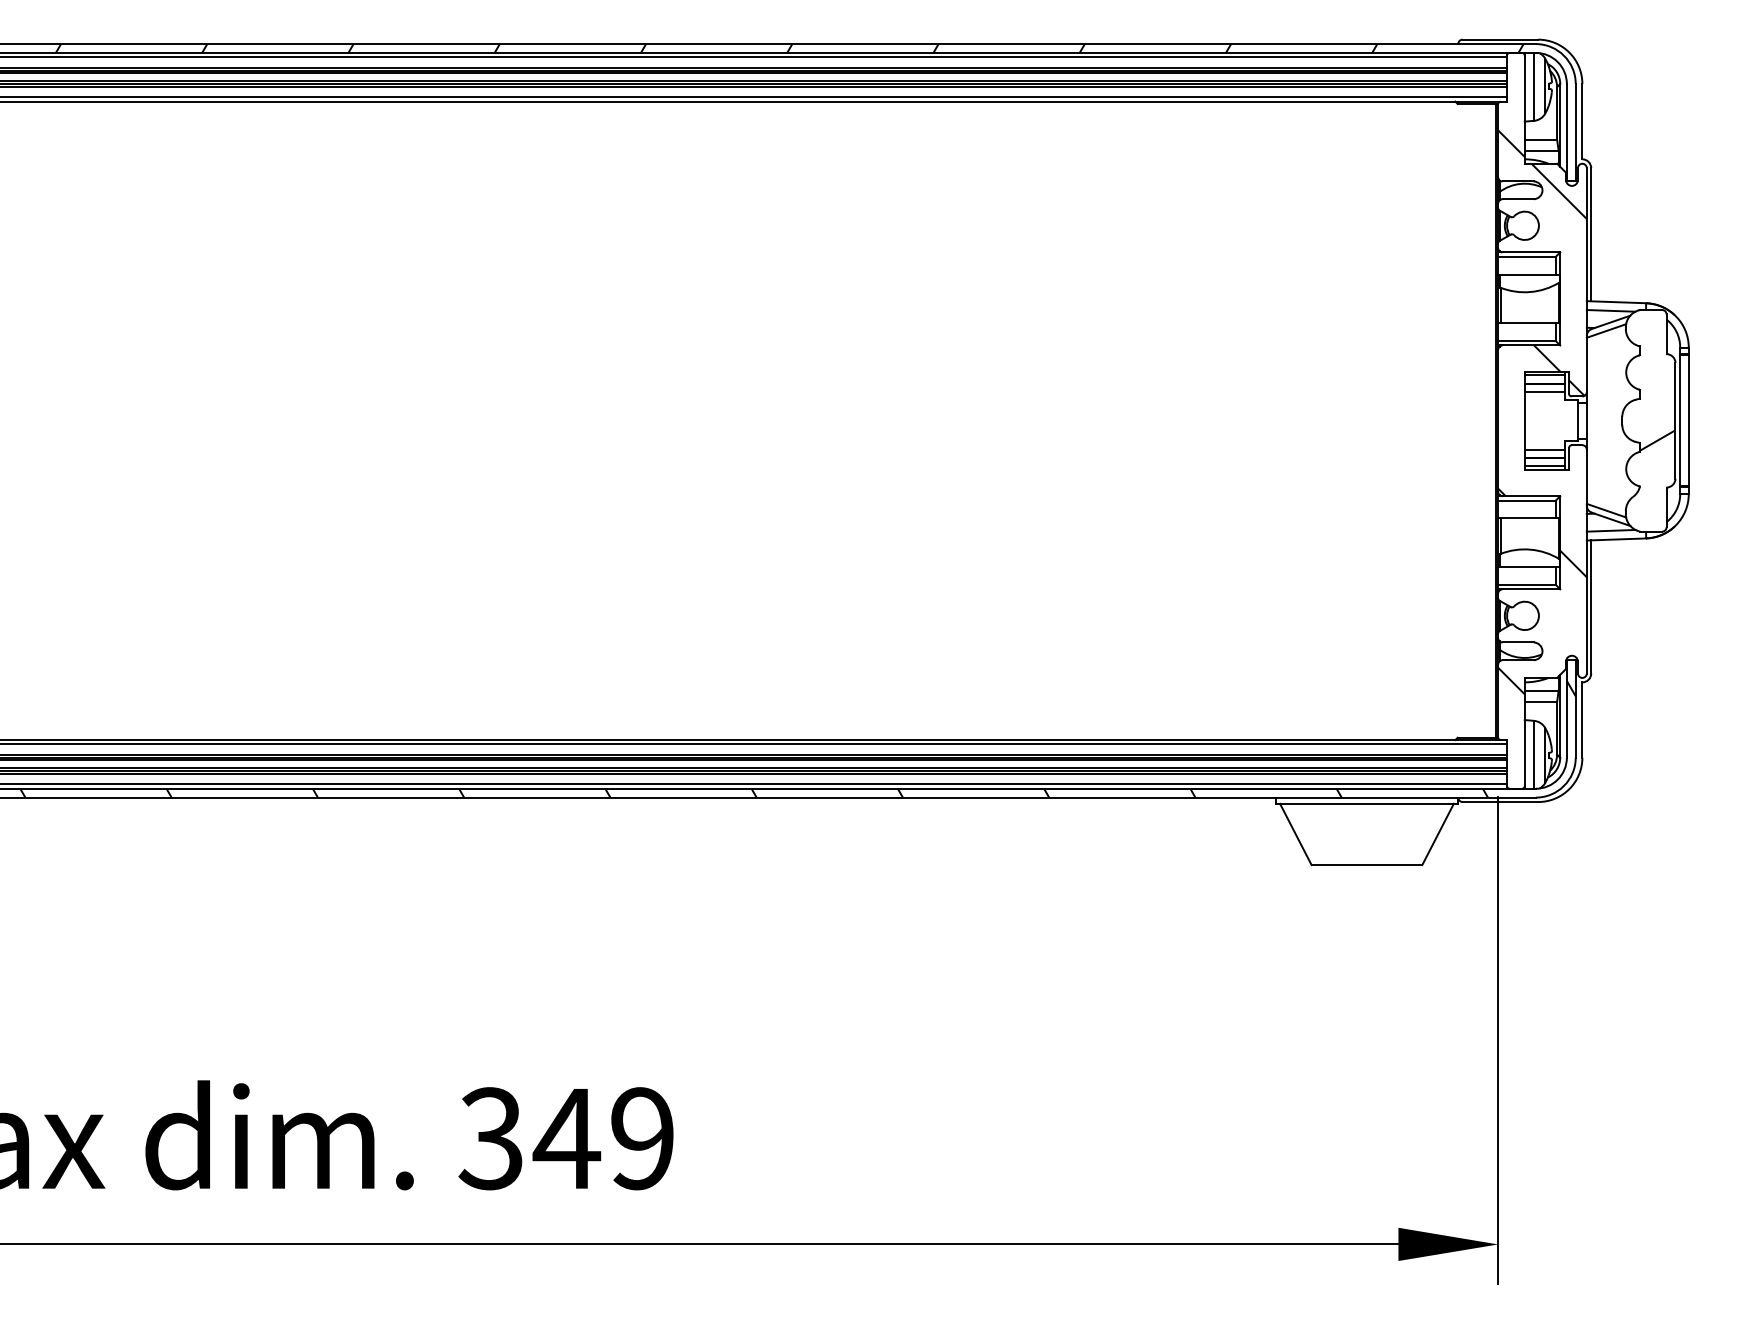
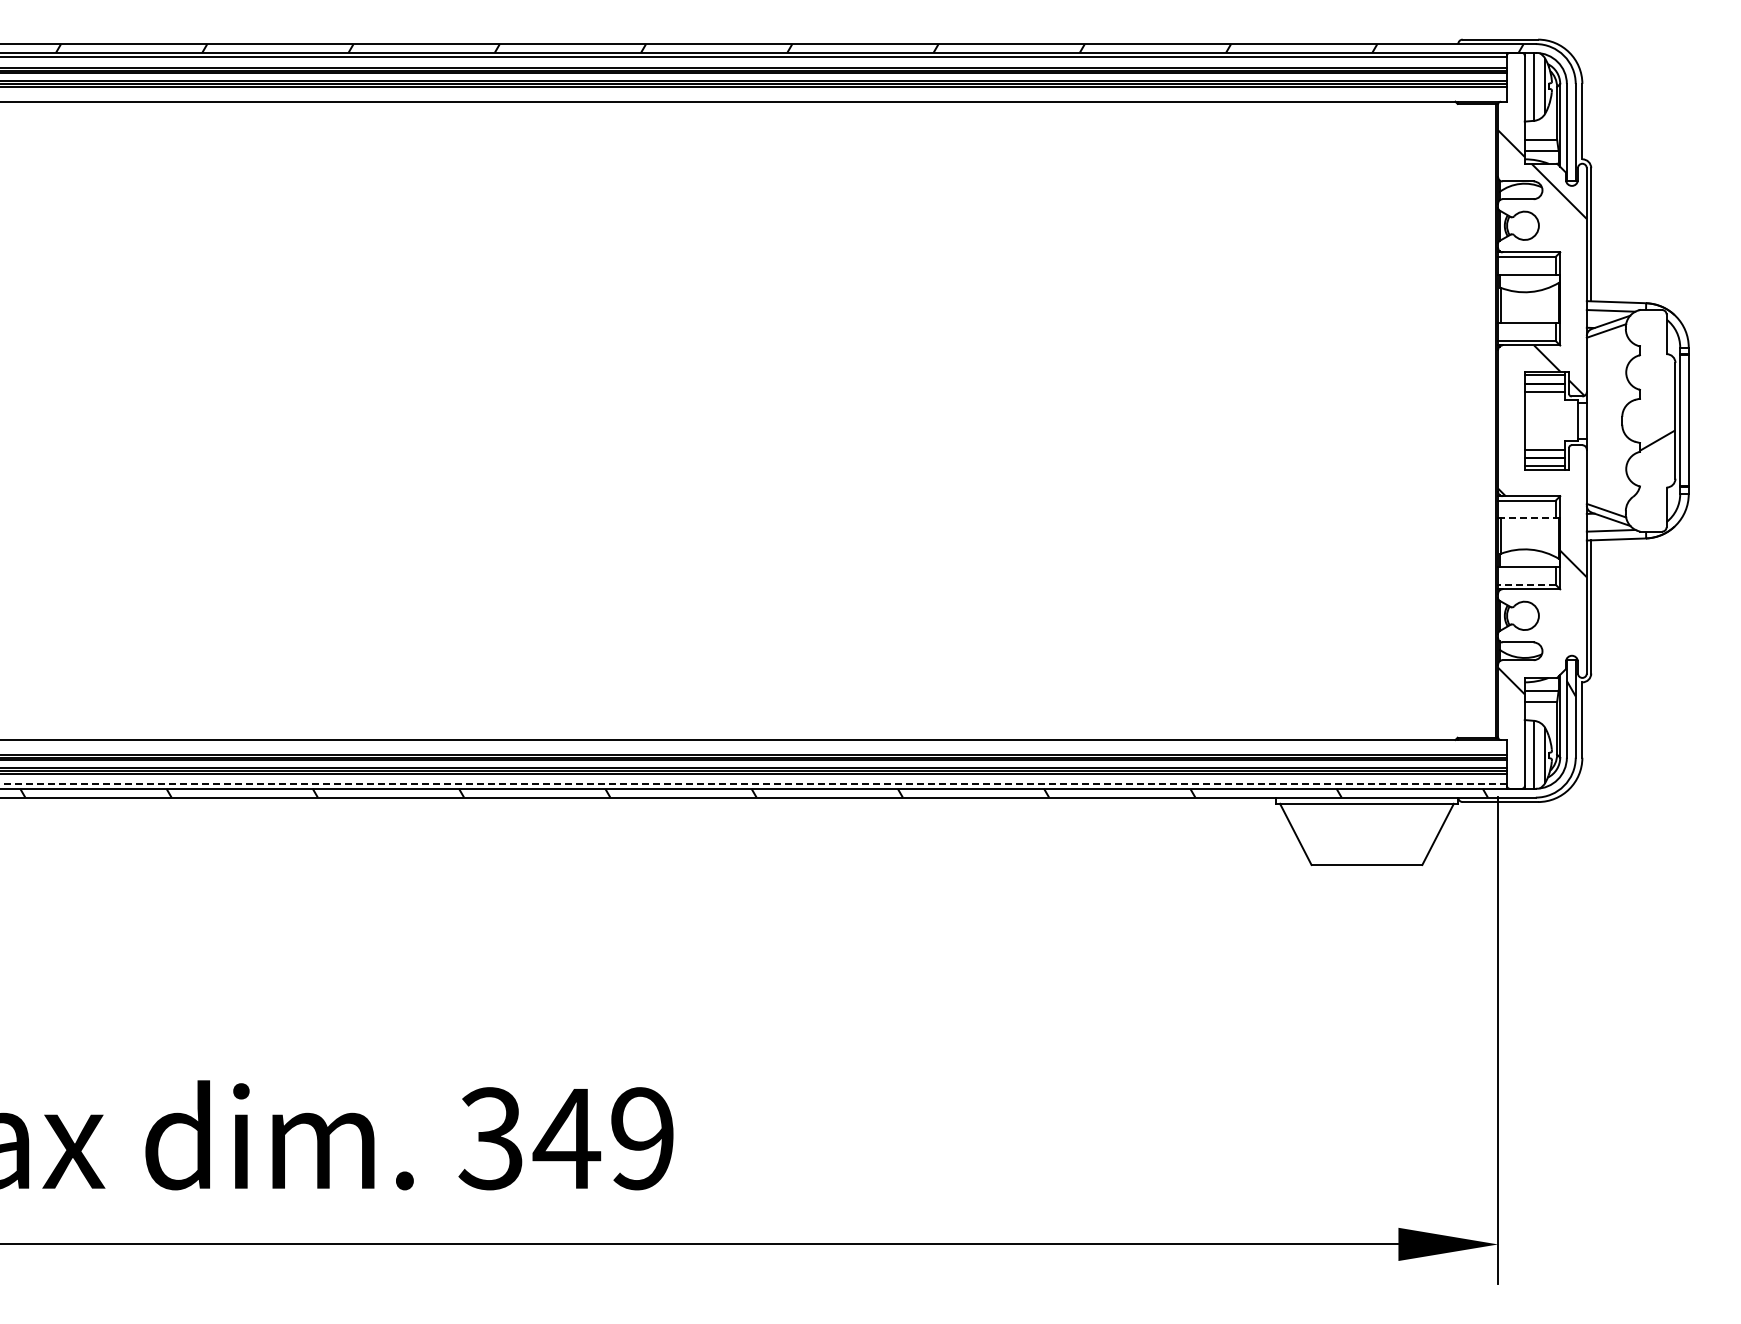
line at (754, 97): present -> none
line at (1526, 518): solid -> dashed
line at (1526, 584): solid -> dashed
line at (754, 744): present -> none
line at (753, 784): solid -> dashed
